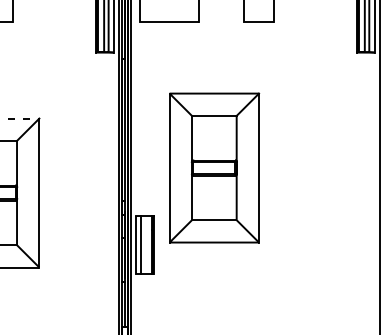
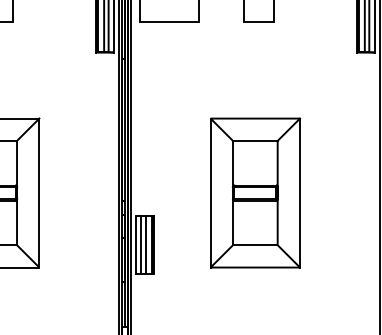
line at (20, 118): dashed -> solid
part at (214, 167) position: (214, 167) -> (255, 192)
line at (145, 244): none -> present
